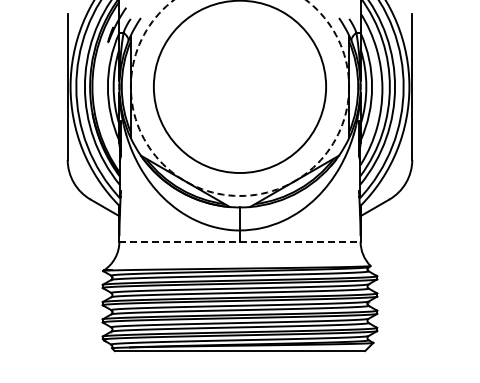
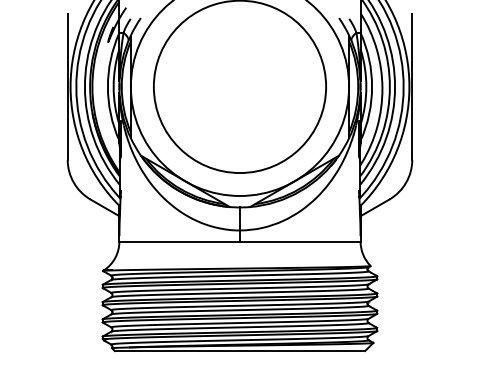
circle at (239, 97): dashed -> solid
line at (239, 241): dashed -> solid
